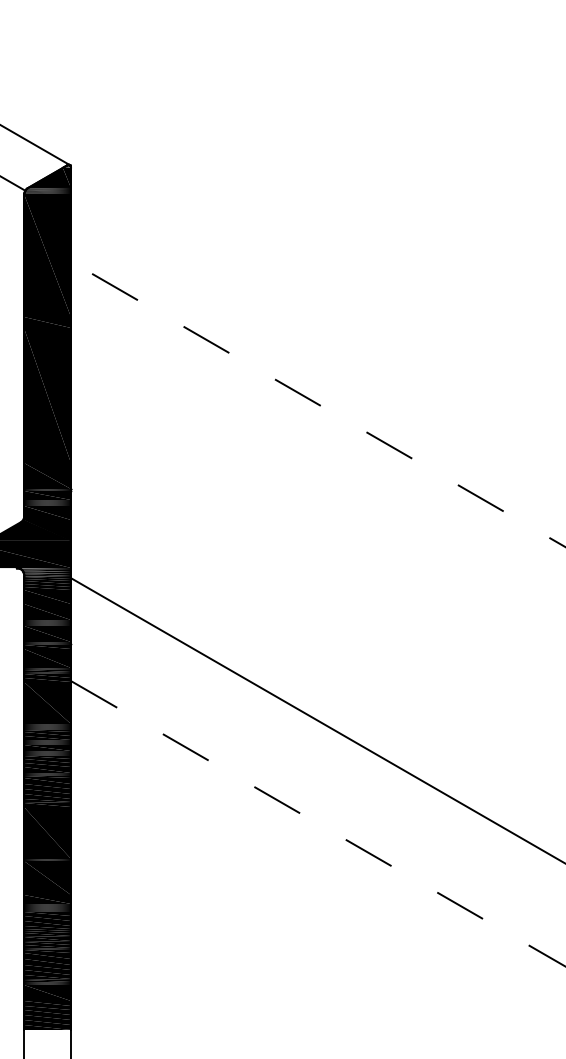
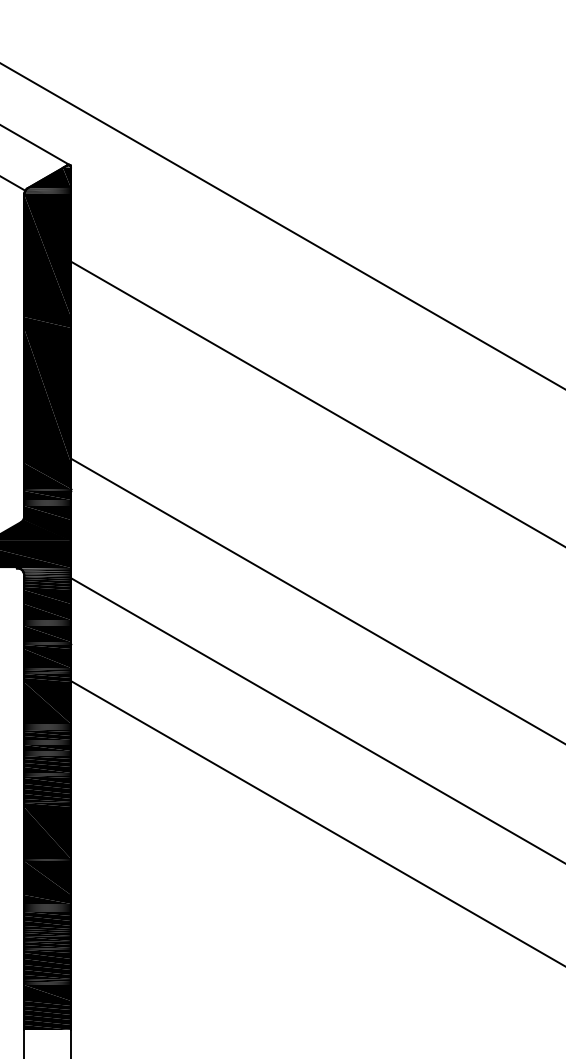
line at (282, 226): none -> present
line at (317, 404): dashed -> solid
line at (316, 600): none -> present
line at (317, 823): dashed -> solid
